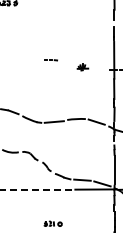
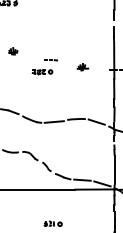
part at (13, 51): none -> present
part at (42, 72): none -> present
line at (38, 189): dashed -> solid
